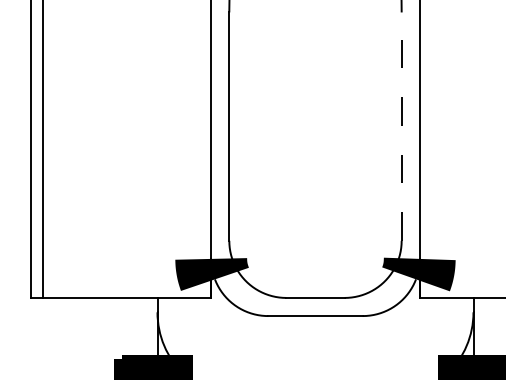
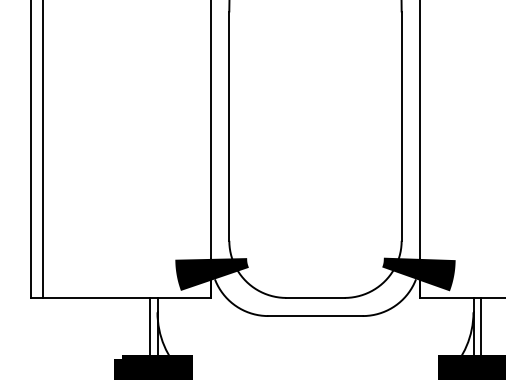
line at (401, 126): dashed -> solid
line at (150, 328): none -> present
line at (480, 328): none -> present
